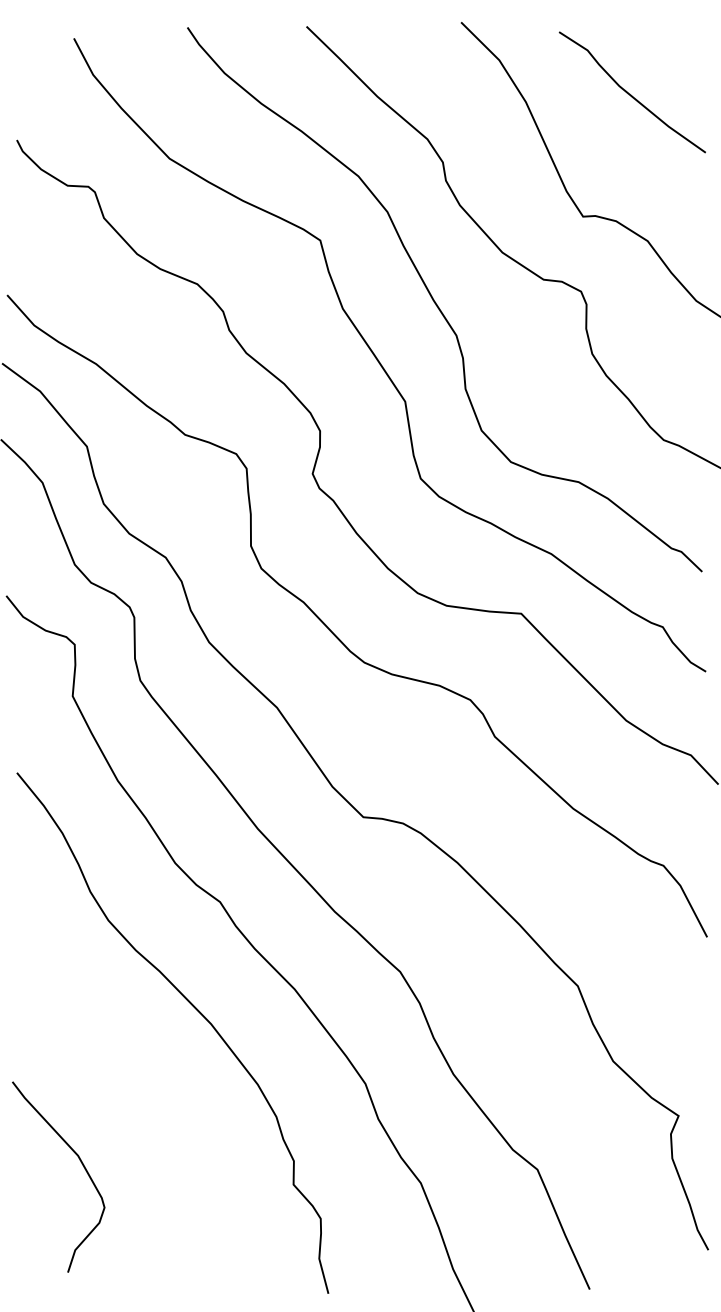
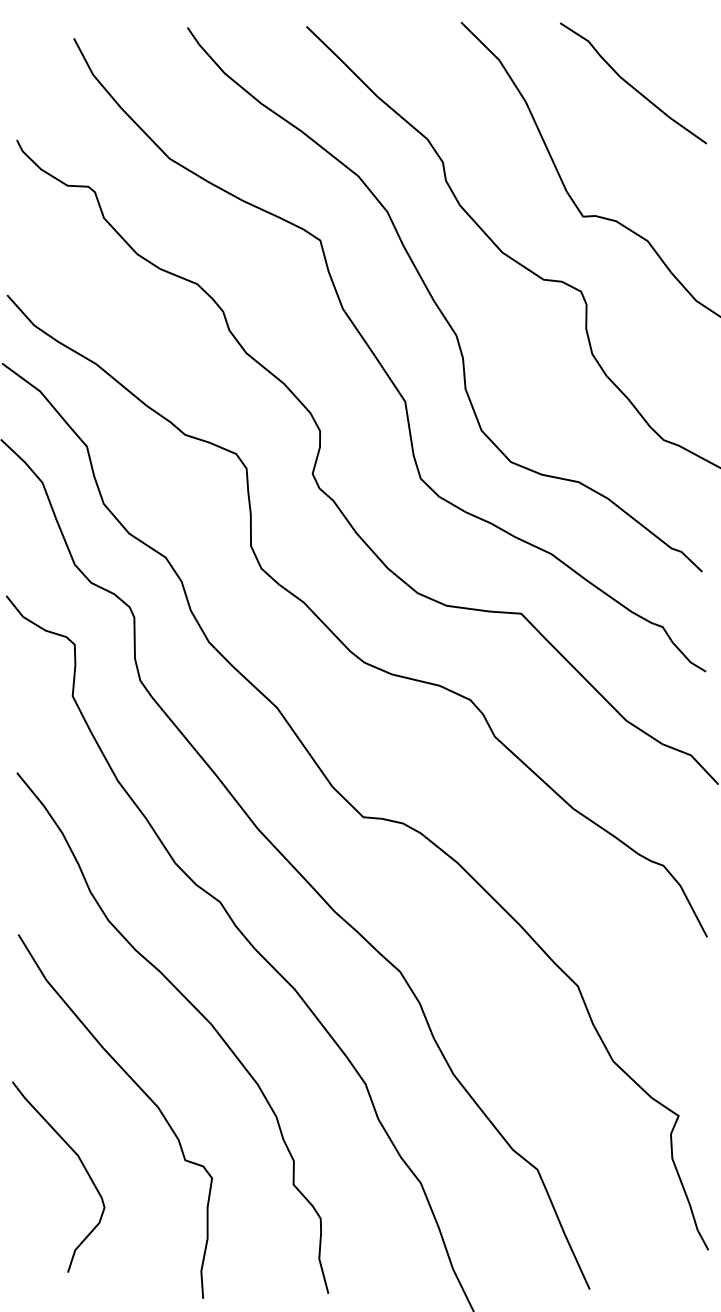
part at (631, 92) position: (631, 92) -> (632, 83)
part at (143, 1093): none -> present
